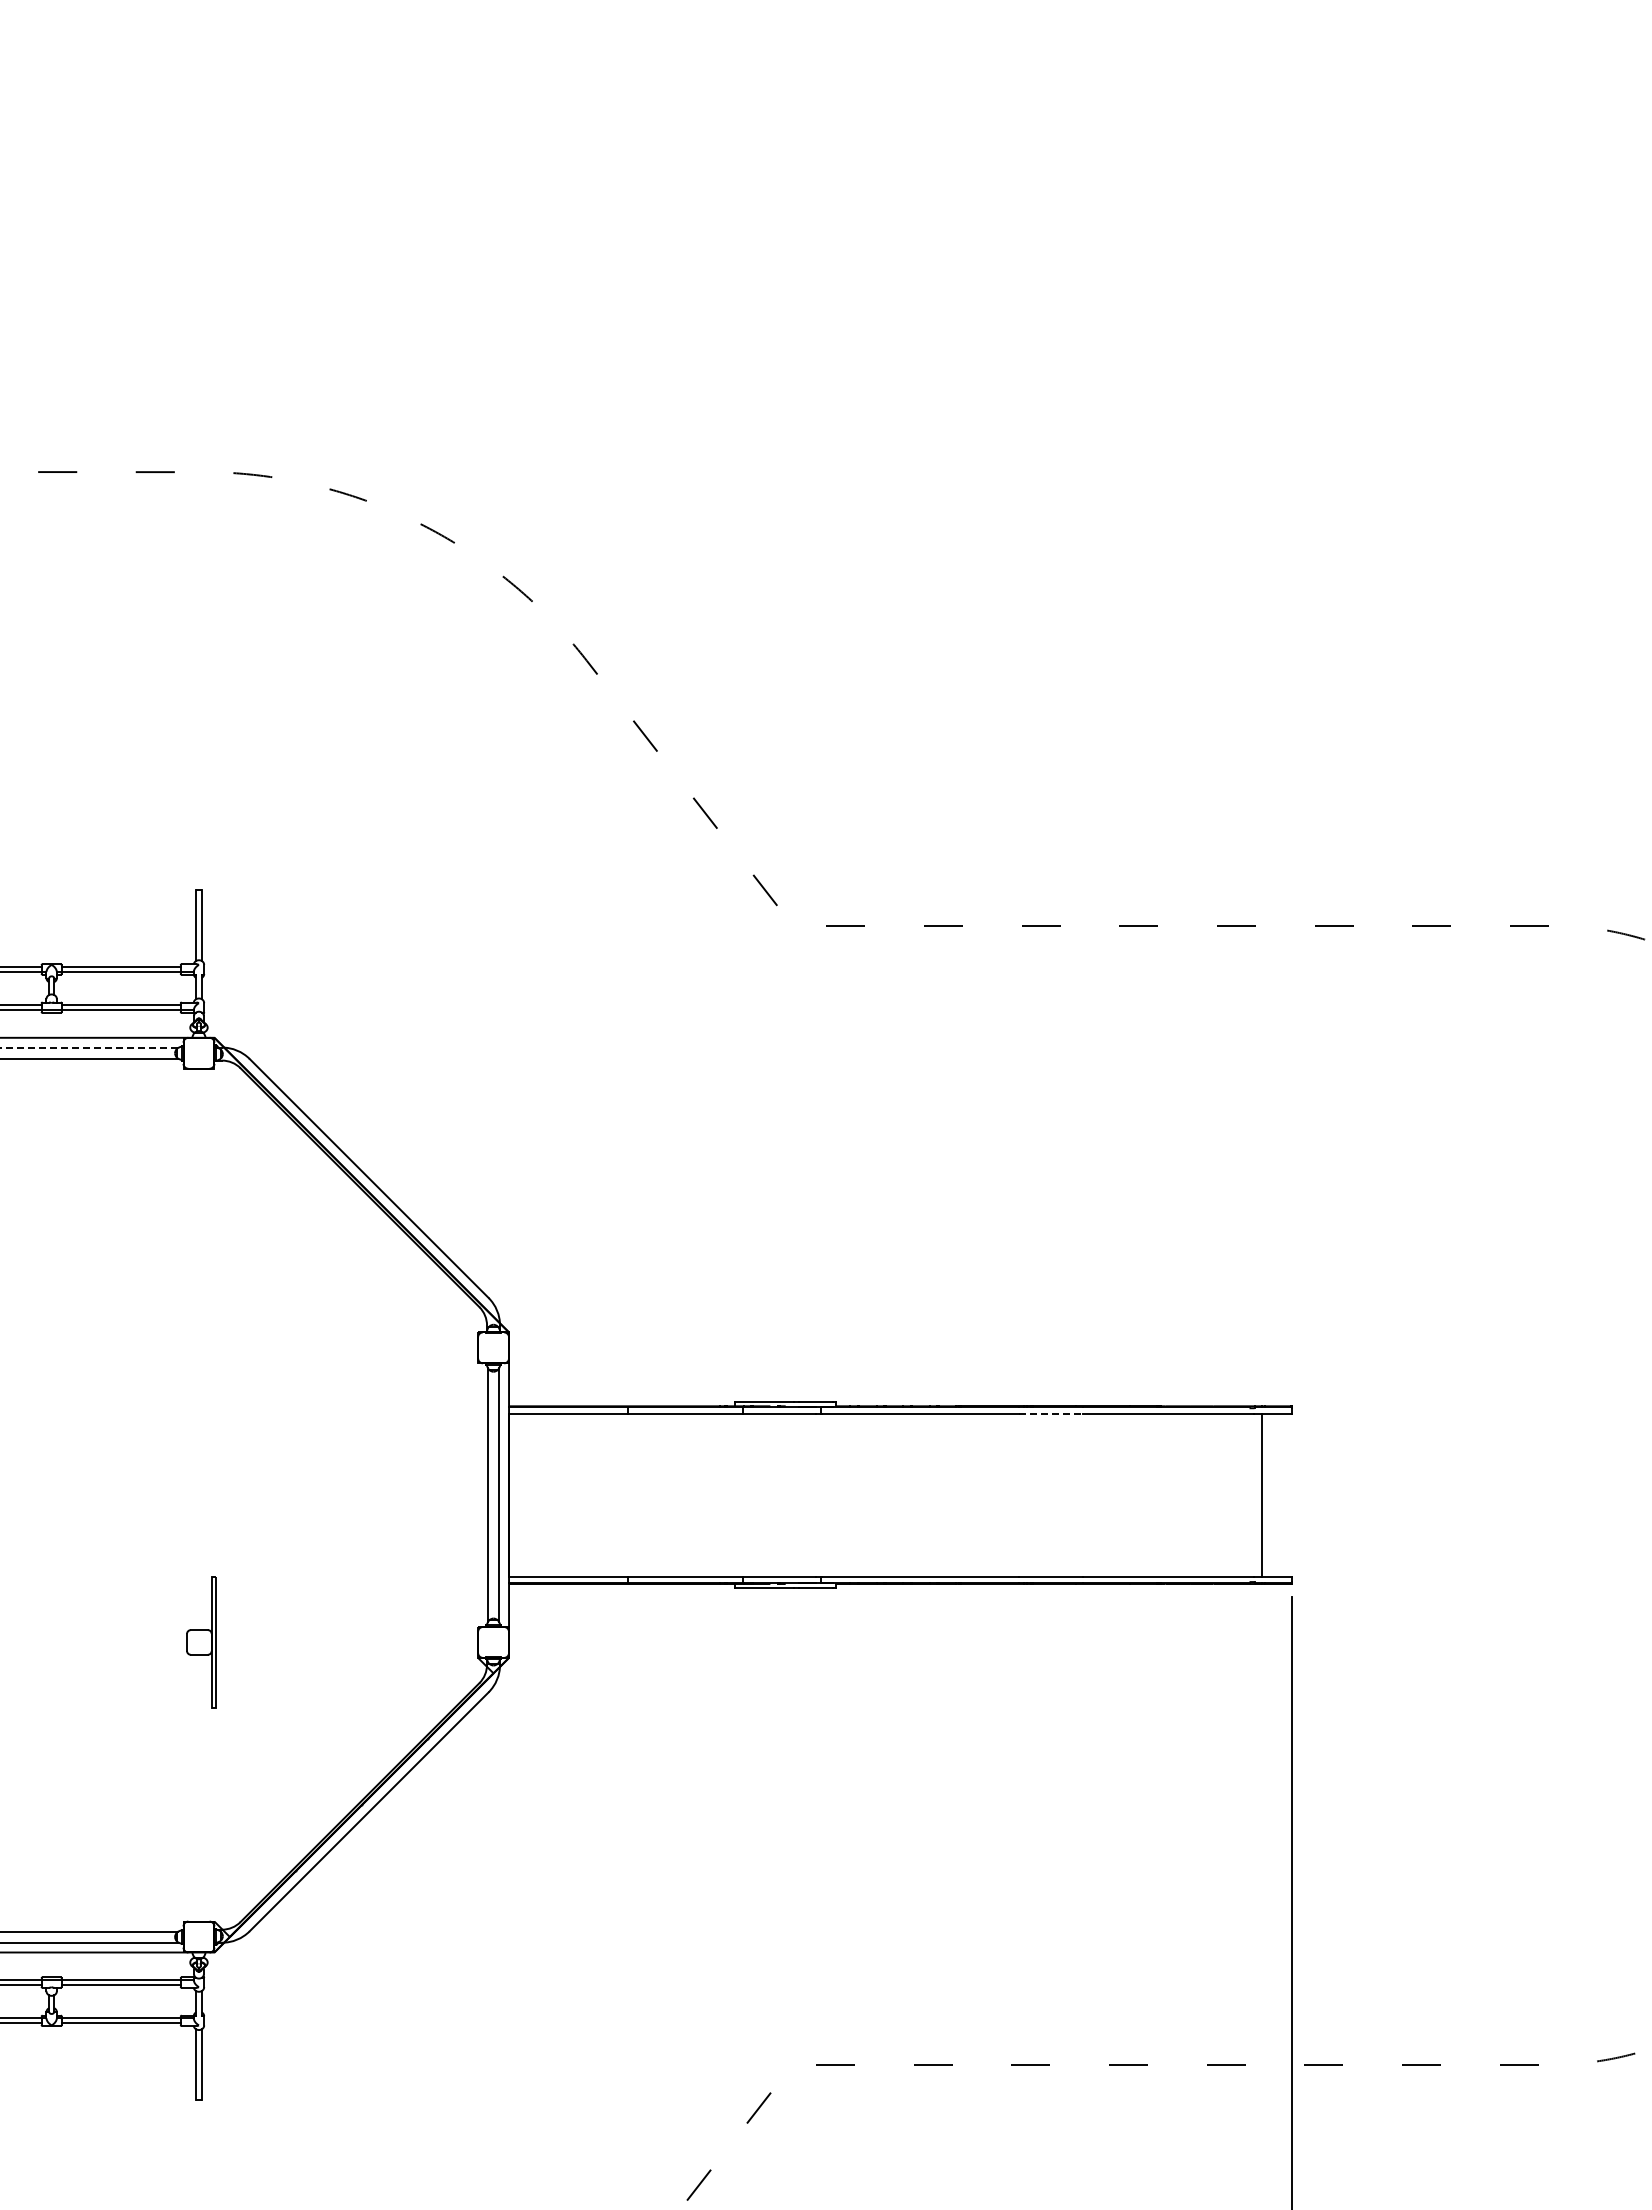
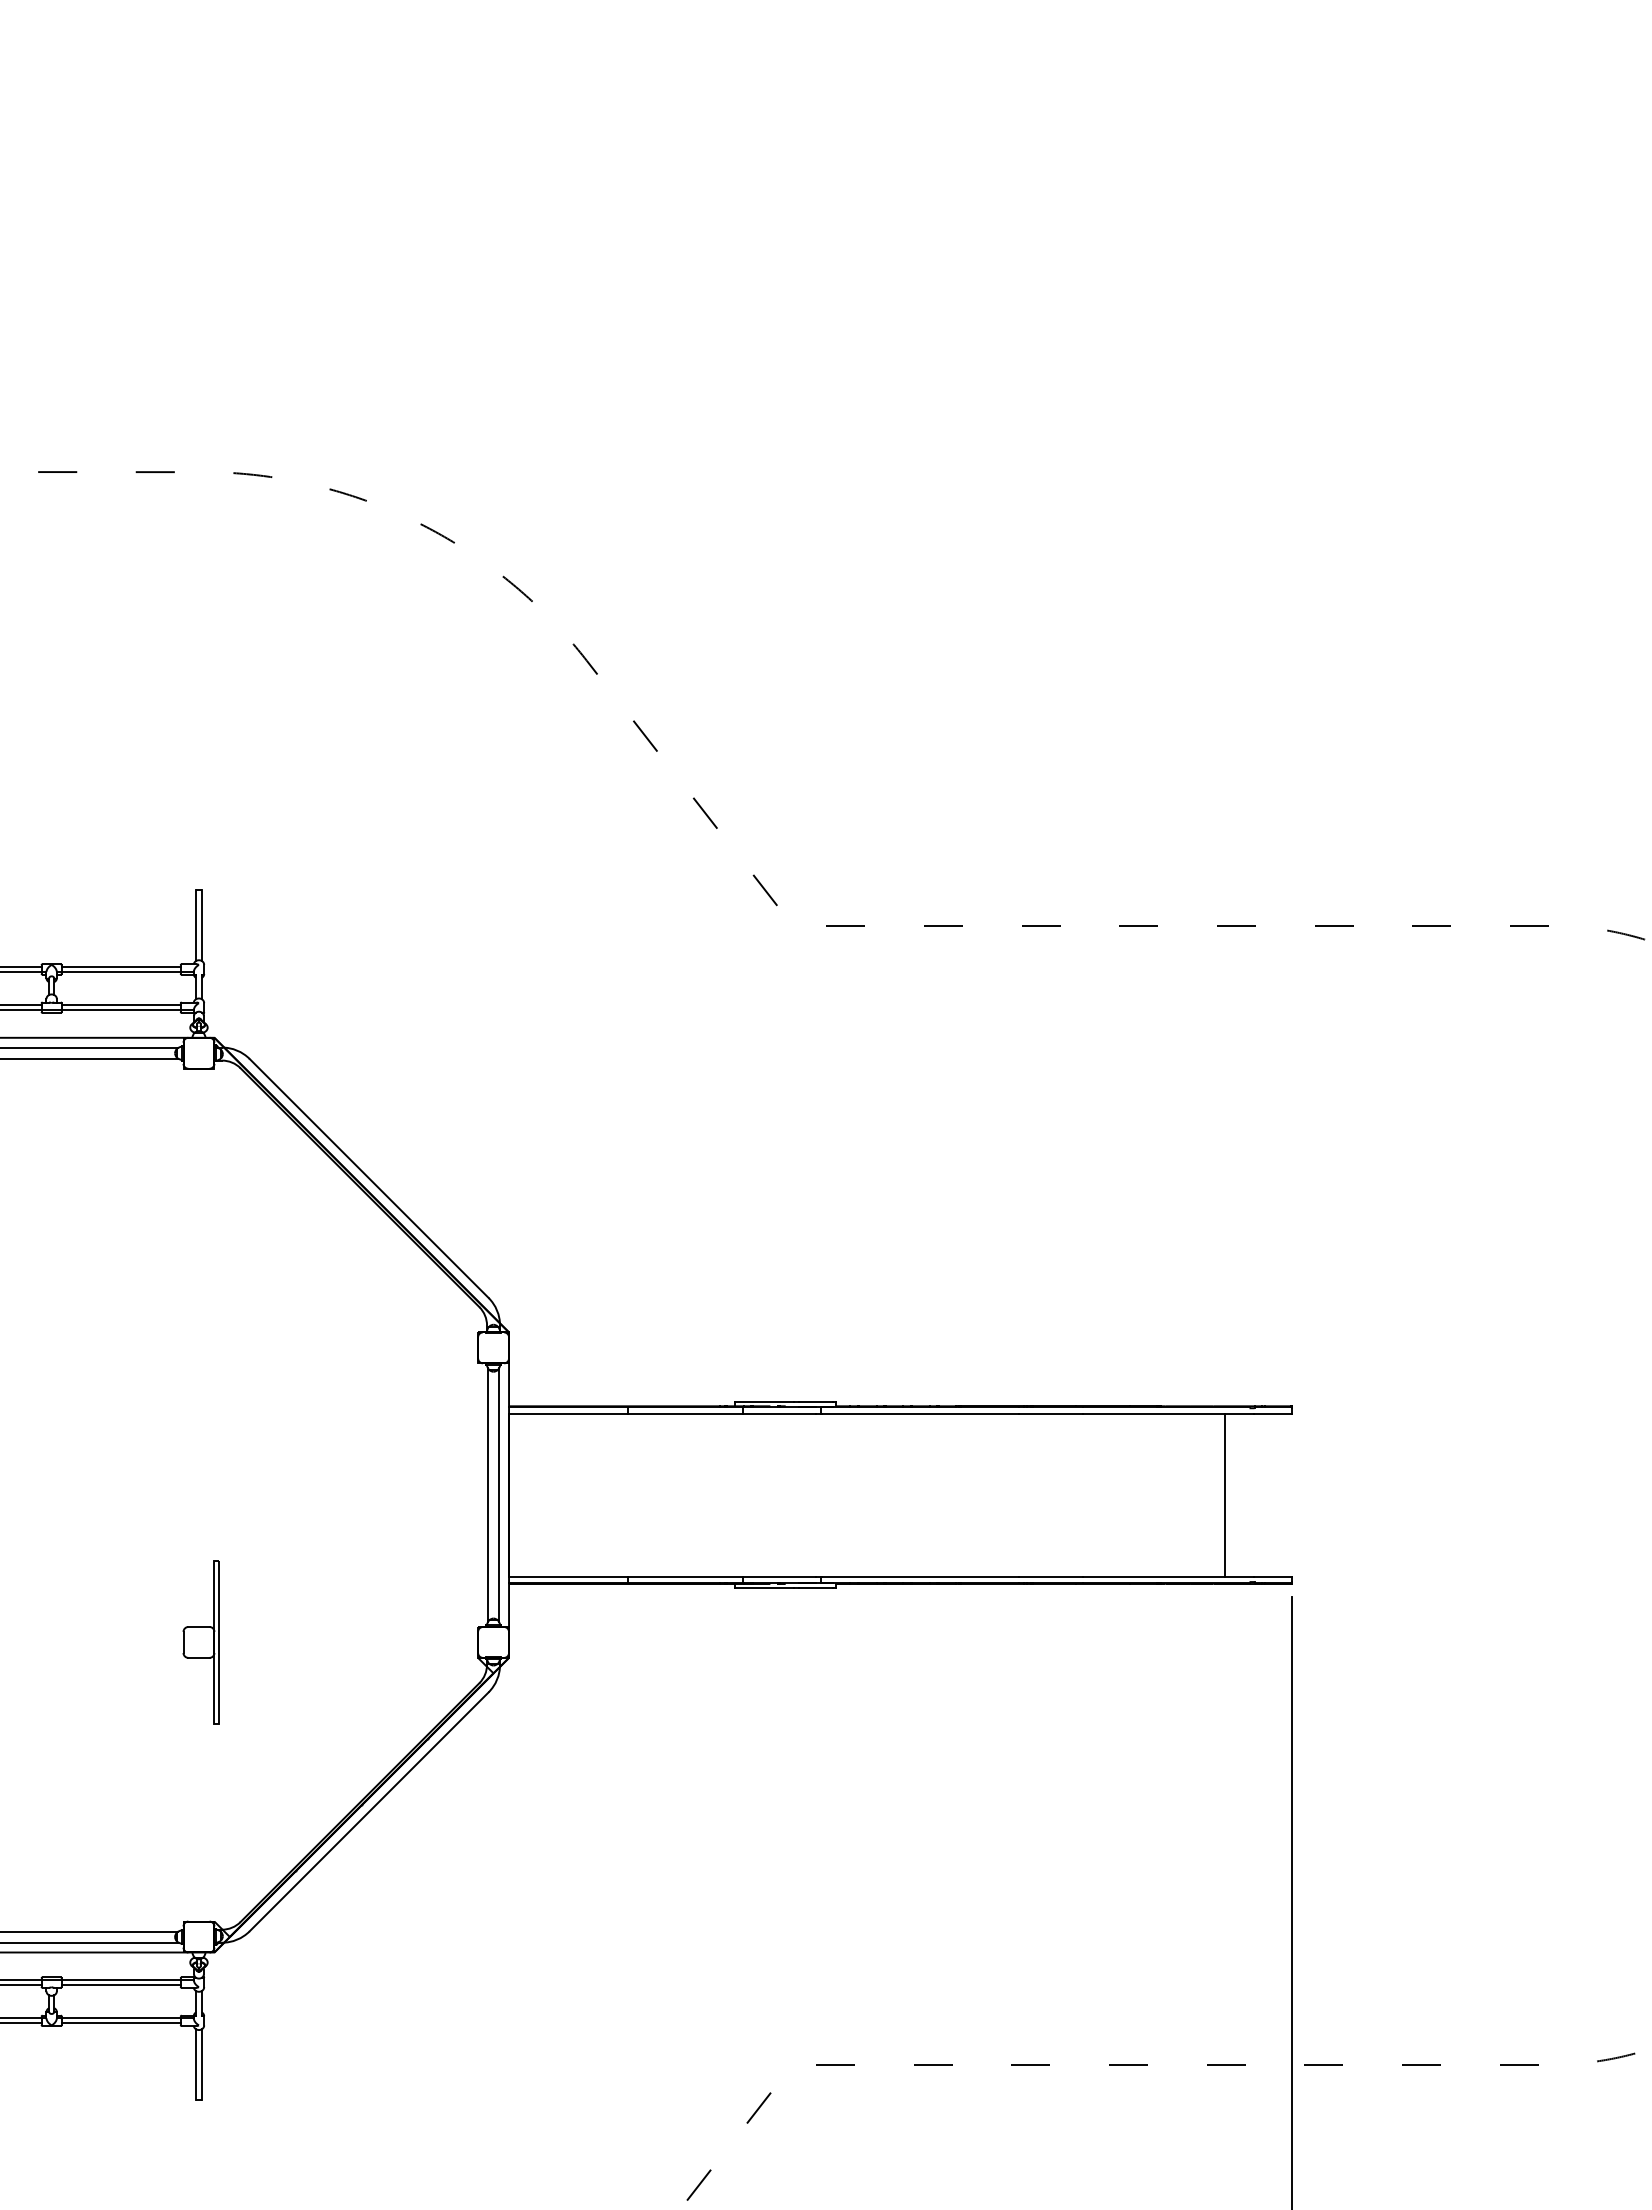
line at (89, 1047): dashed -> solid
line at (1051, 1413): dashed -> solid
line at (1262, 1494) position: (1262, 1494) -> (1225, 1494)
part at (201, 1642) size: 31x133 px -> 38x165 px
